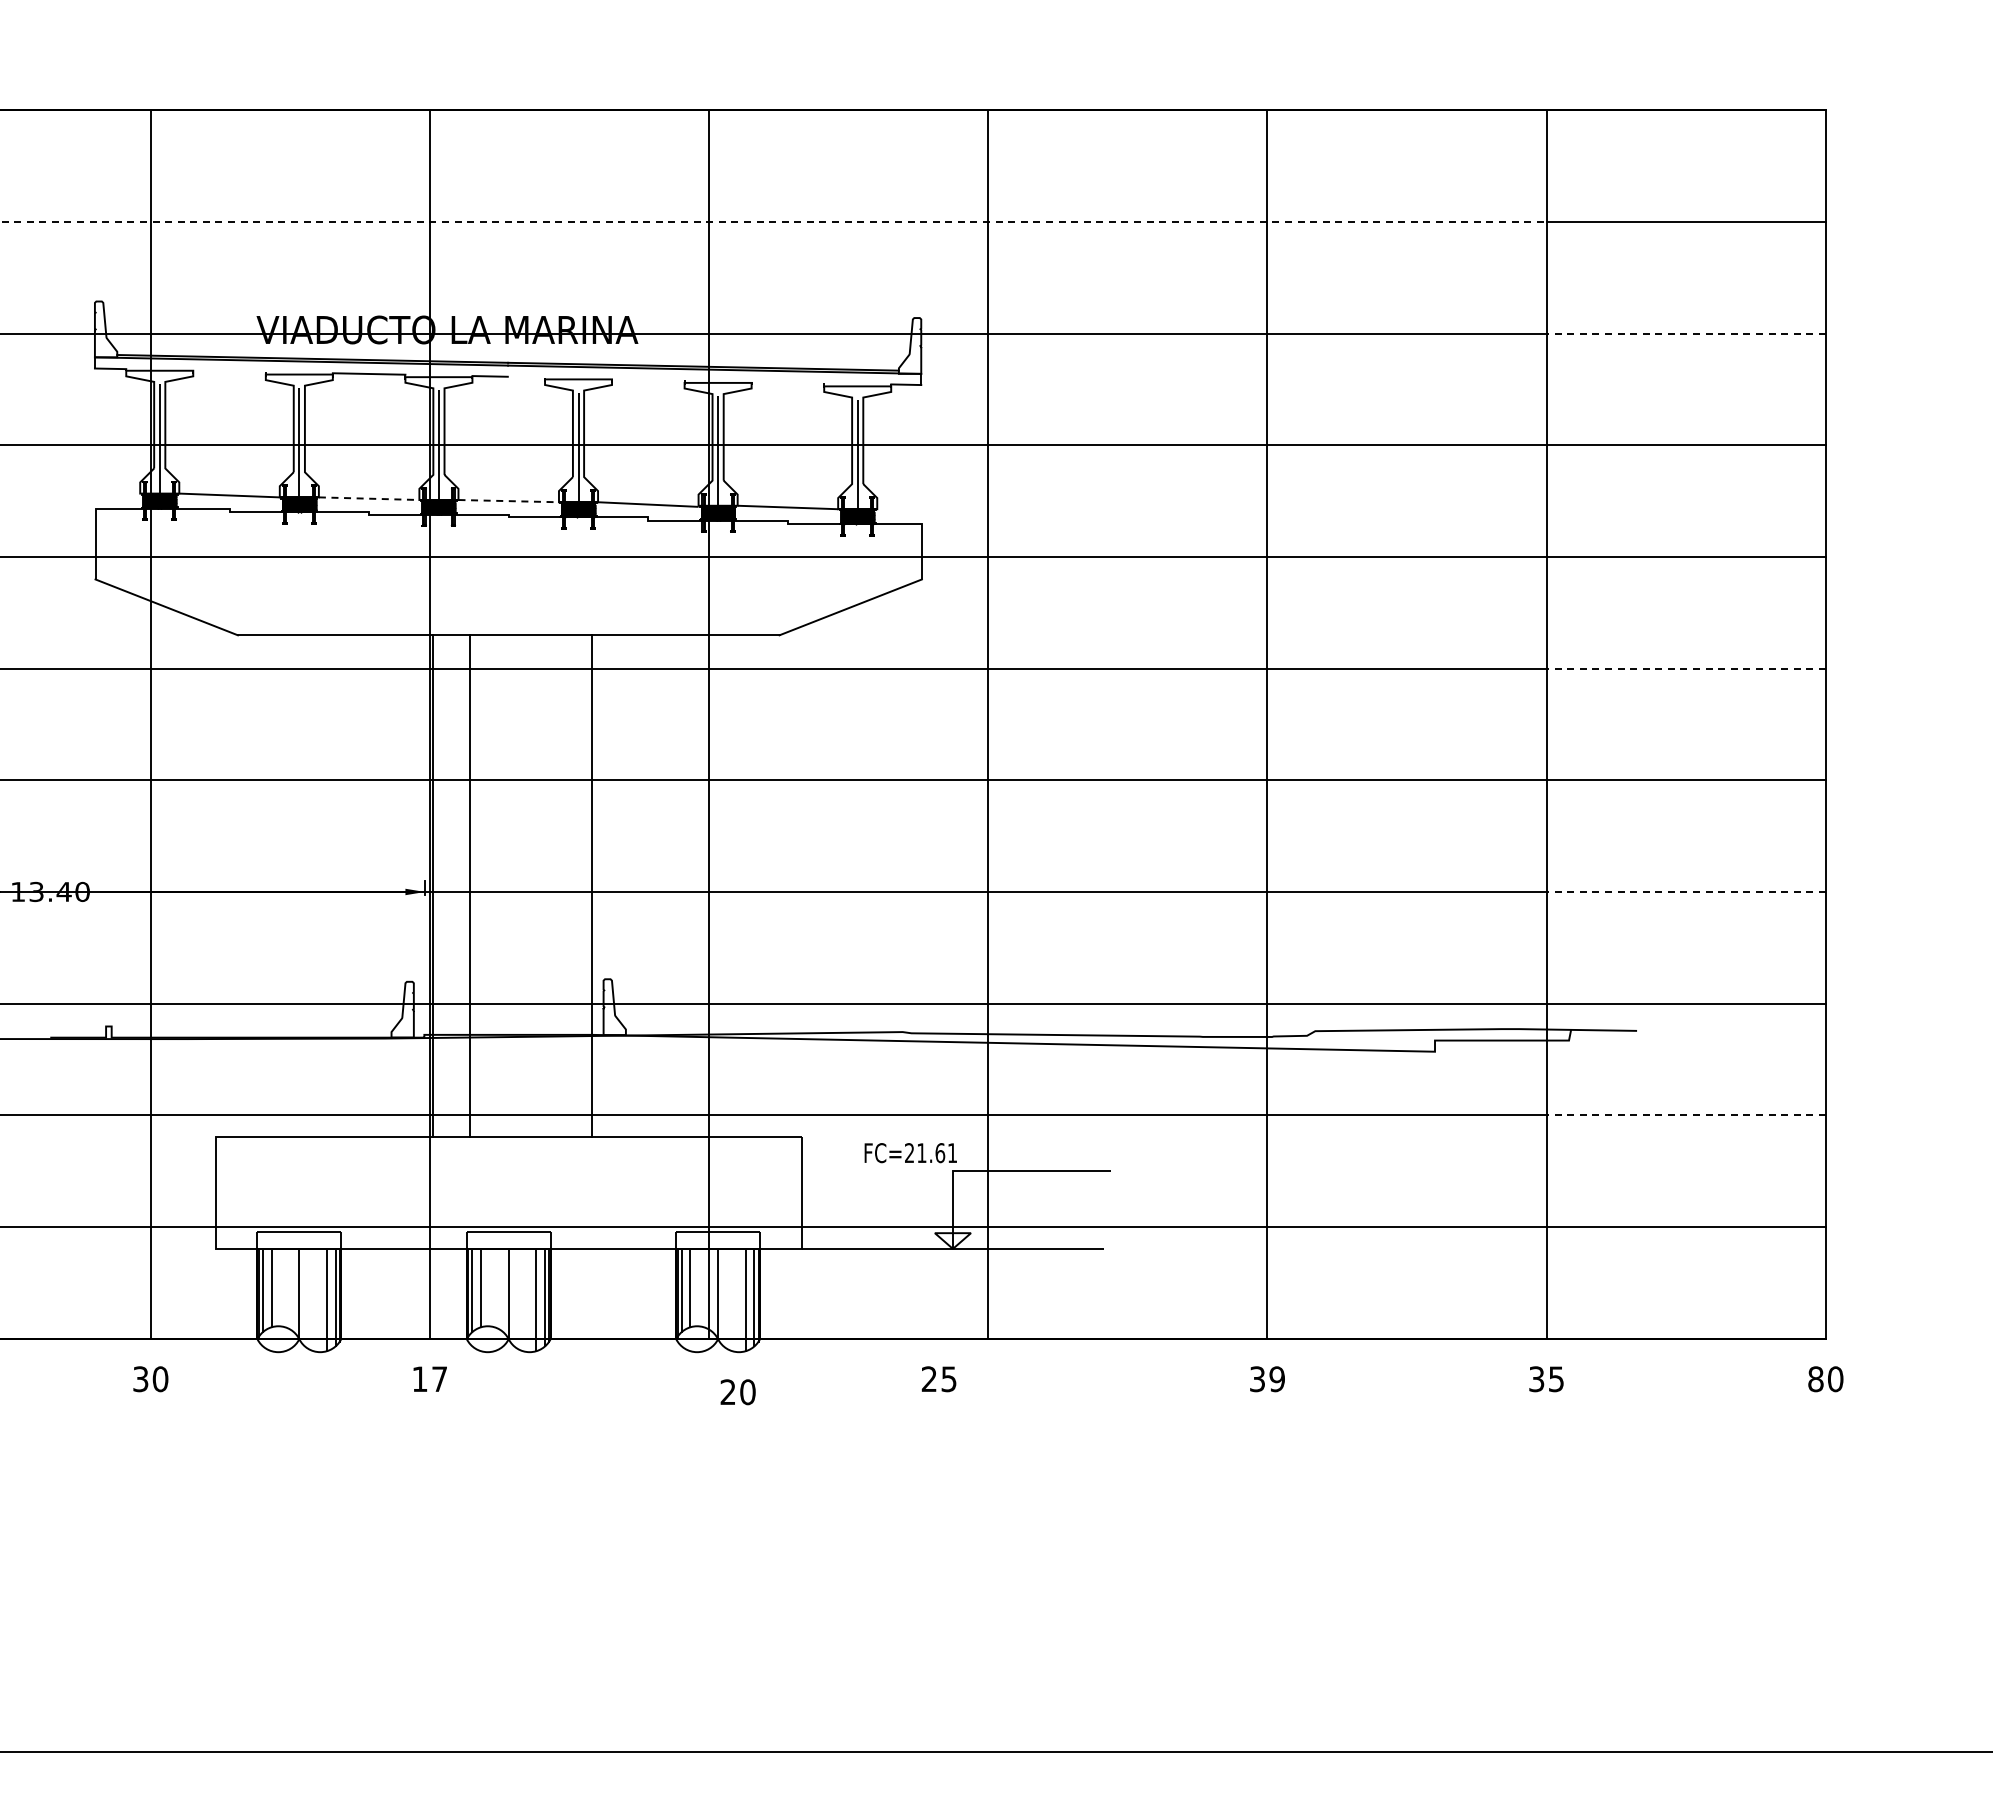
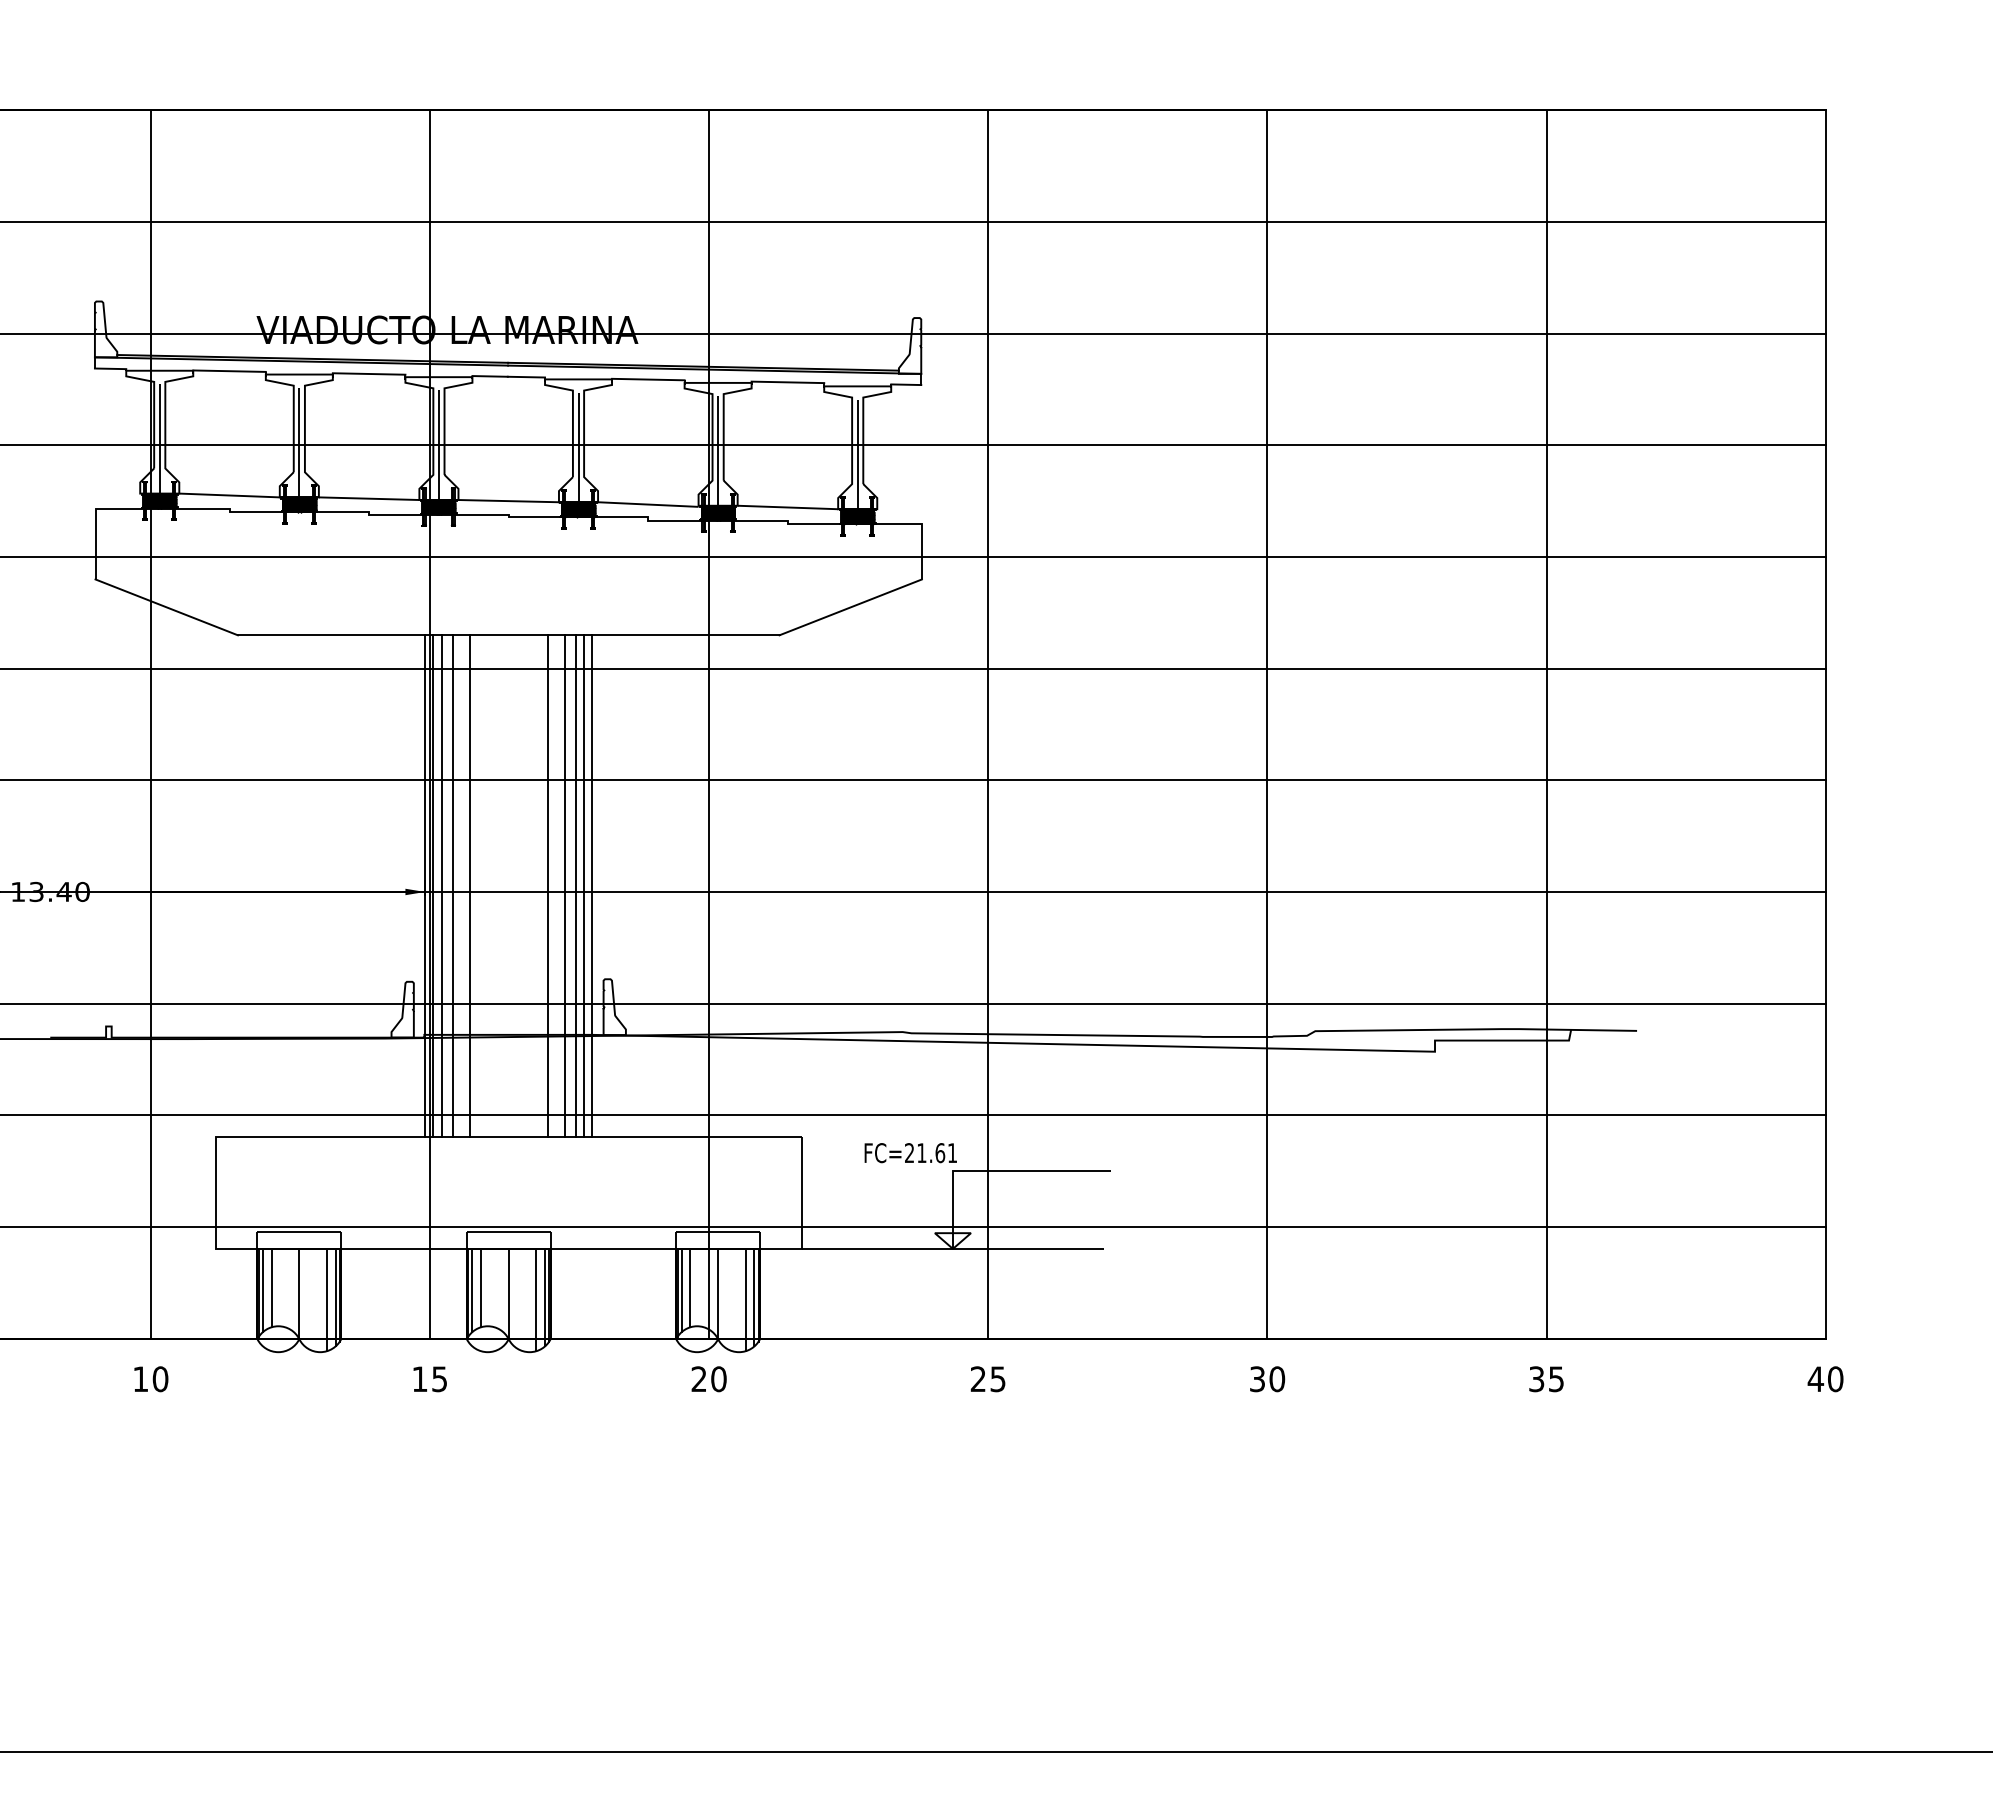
line at (773, 222): dashed -> solid
line at (1686, 333): dashed -> solid
line at (229, 370): none -> present
line at (526, 376): none -> present
line at (648, 379): none -> present
line at (787, 382): none -> present
line at (369, 498): dashed -> solid
line at (509, 501): dashed -> solid
line at (1686, 668): dashed -> solid
line at (424, 886): none -> present
line at (441, 886): none -> present
line at (452, 886): none -> present
line at (547, 886): none -> present
line at (564, 886): none -> present
line at (575, 886): none -> present
line at (584, 886): none -> present
line at (1686, 892): dashed -> solid
line at (1686, 1115): dashed -> solid
text at (140, 1379): 30 -> 10
text at (439, 1379): 17 -> 15
text at (938, 1379) position: (938, 1379) -> (987, 1379)
text at (1277, 1379): 39 -> 30
text at (1815, 1379): 80 -> 40
text at (737, 1392) position: (737, 1392) -> (708, 1379)
